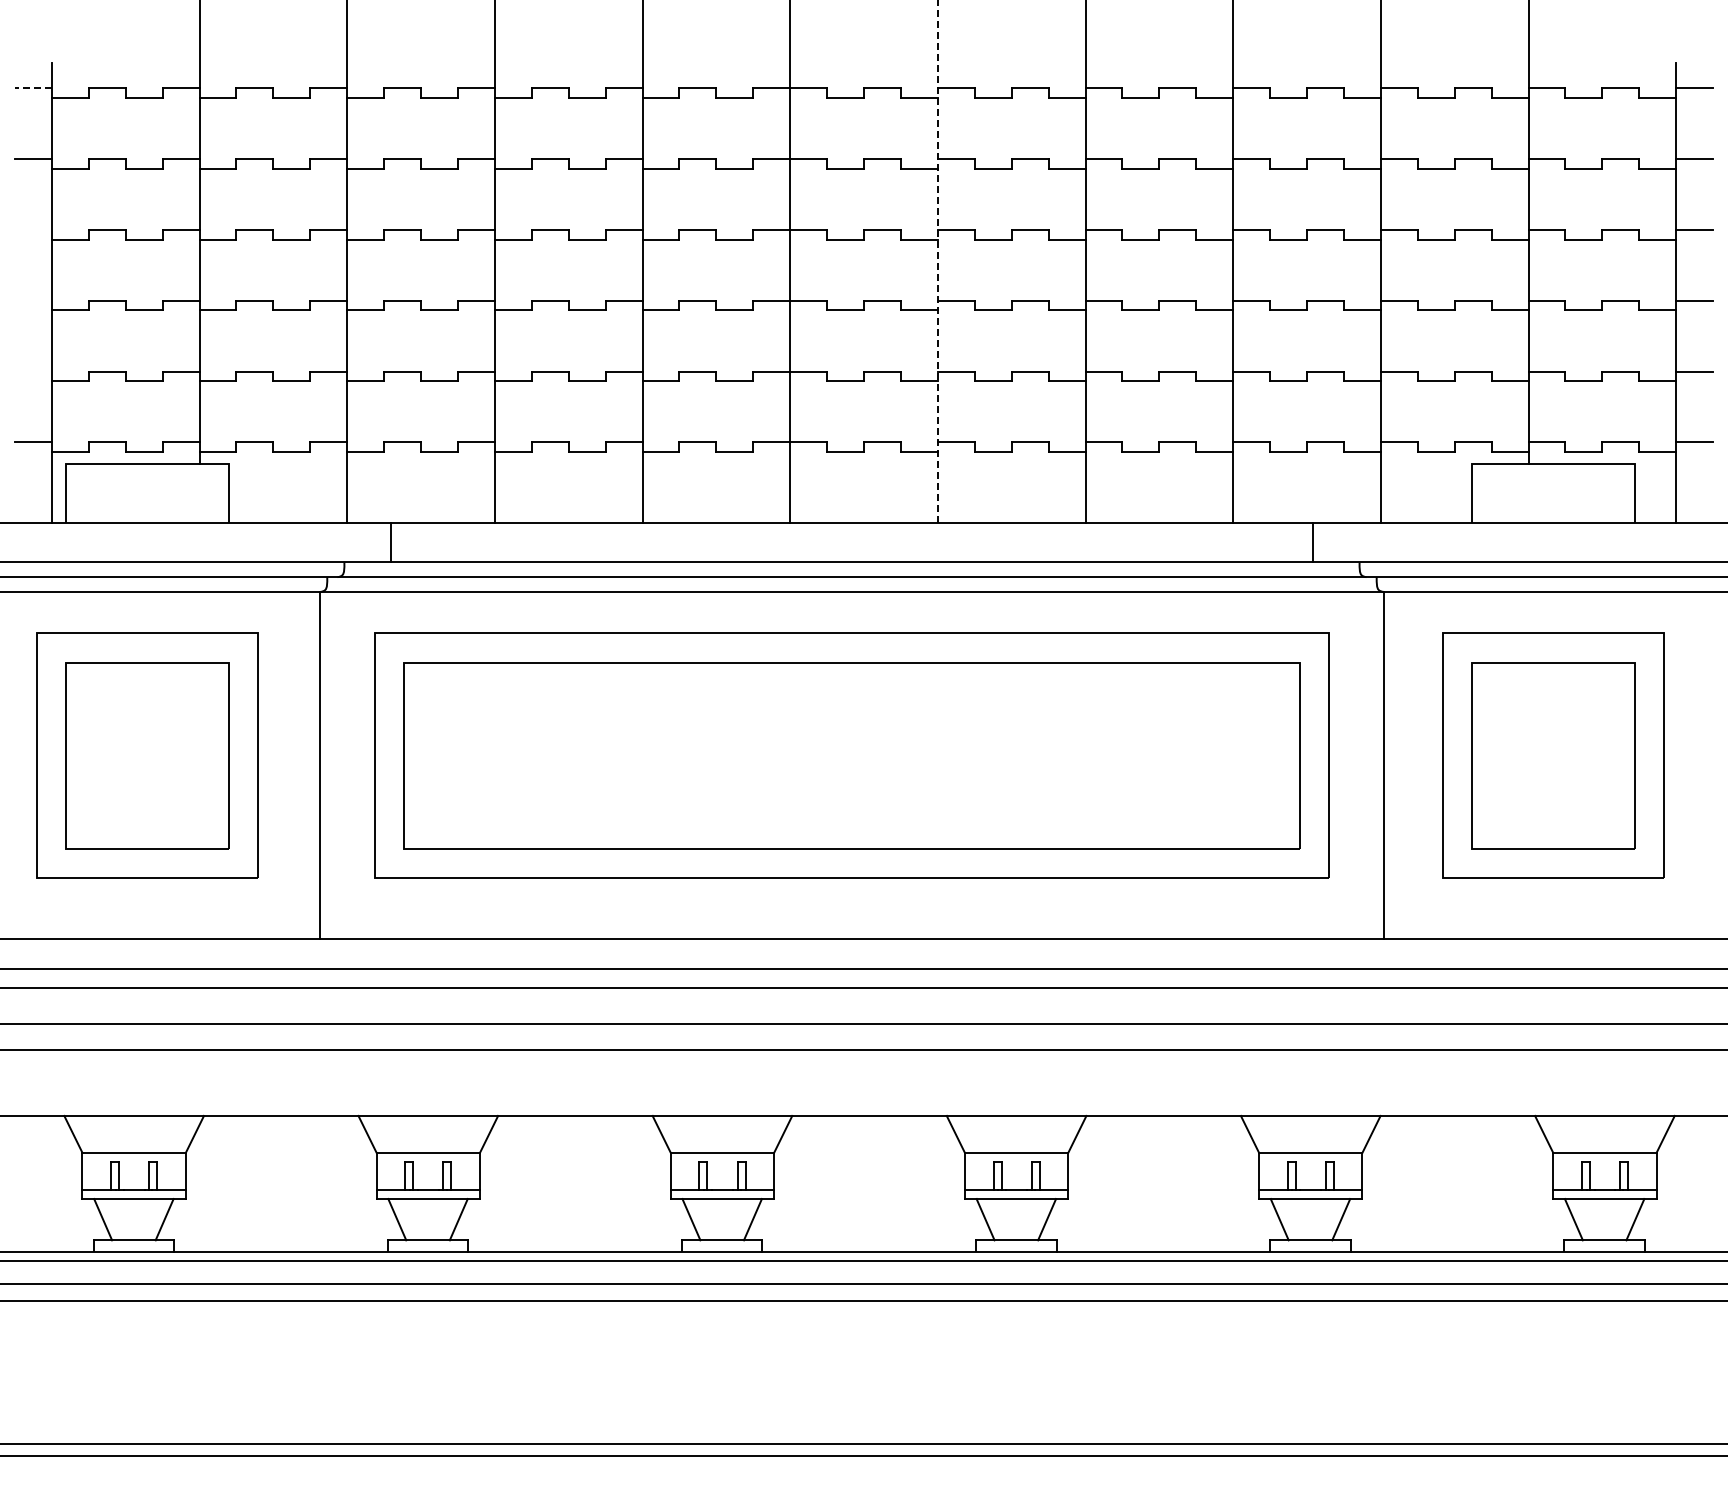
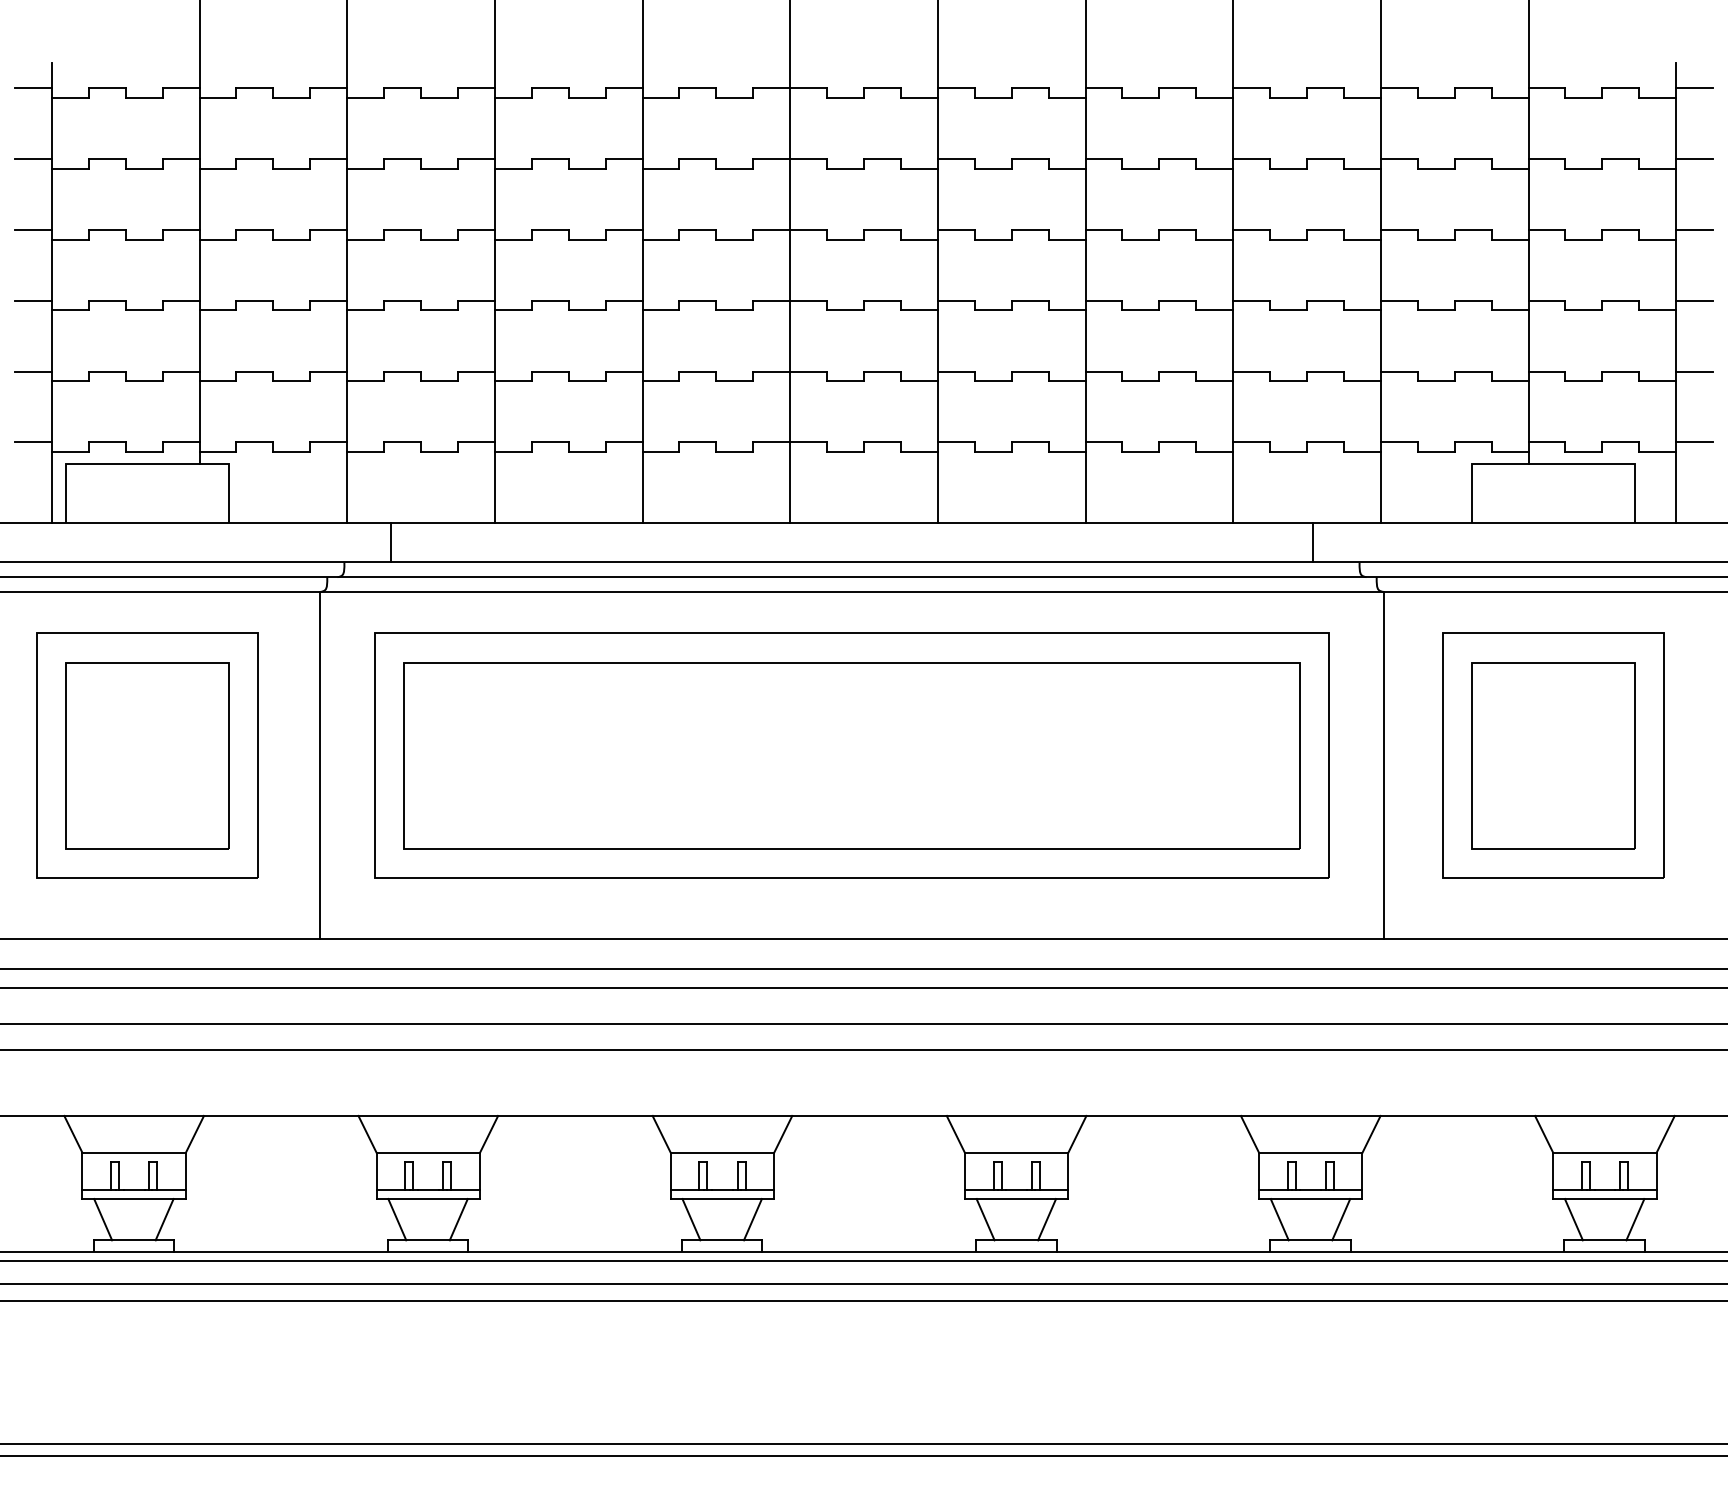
line at (32, 88): dashed -> solid
line at (32, 229): none -> present
line at (937, 261): dashed -> solid
line at (32, 300): none -> present
line at (32, 371): none -> present
